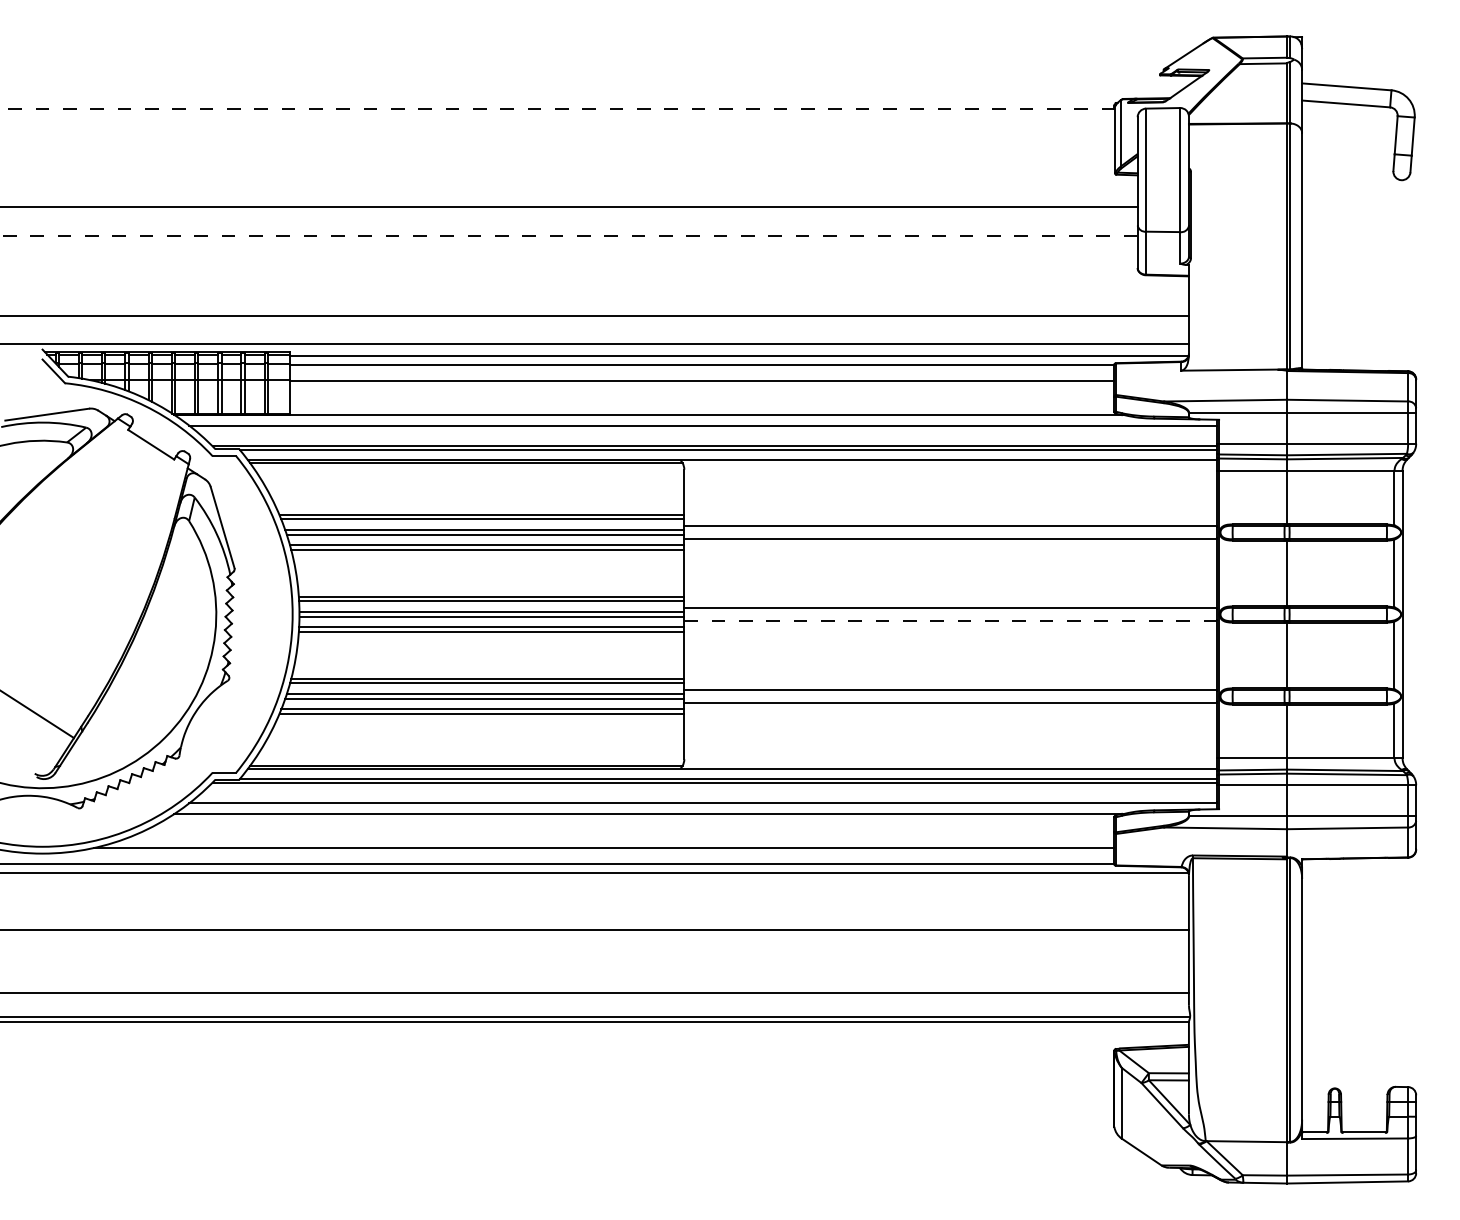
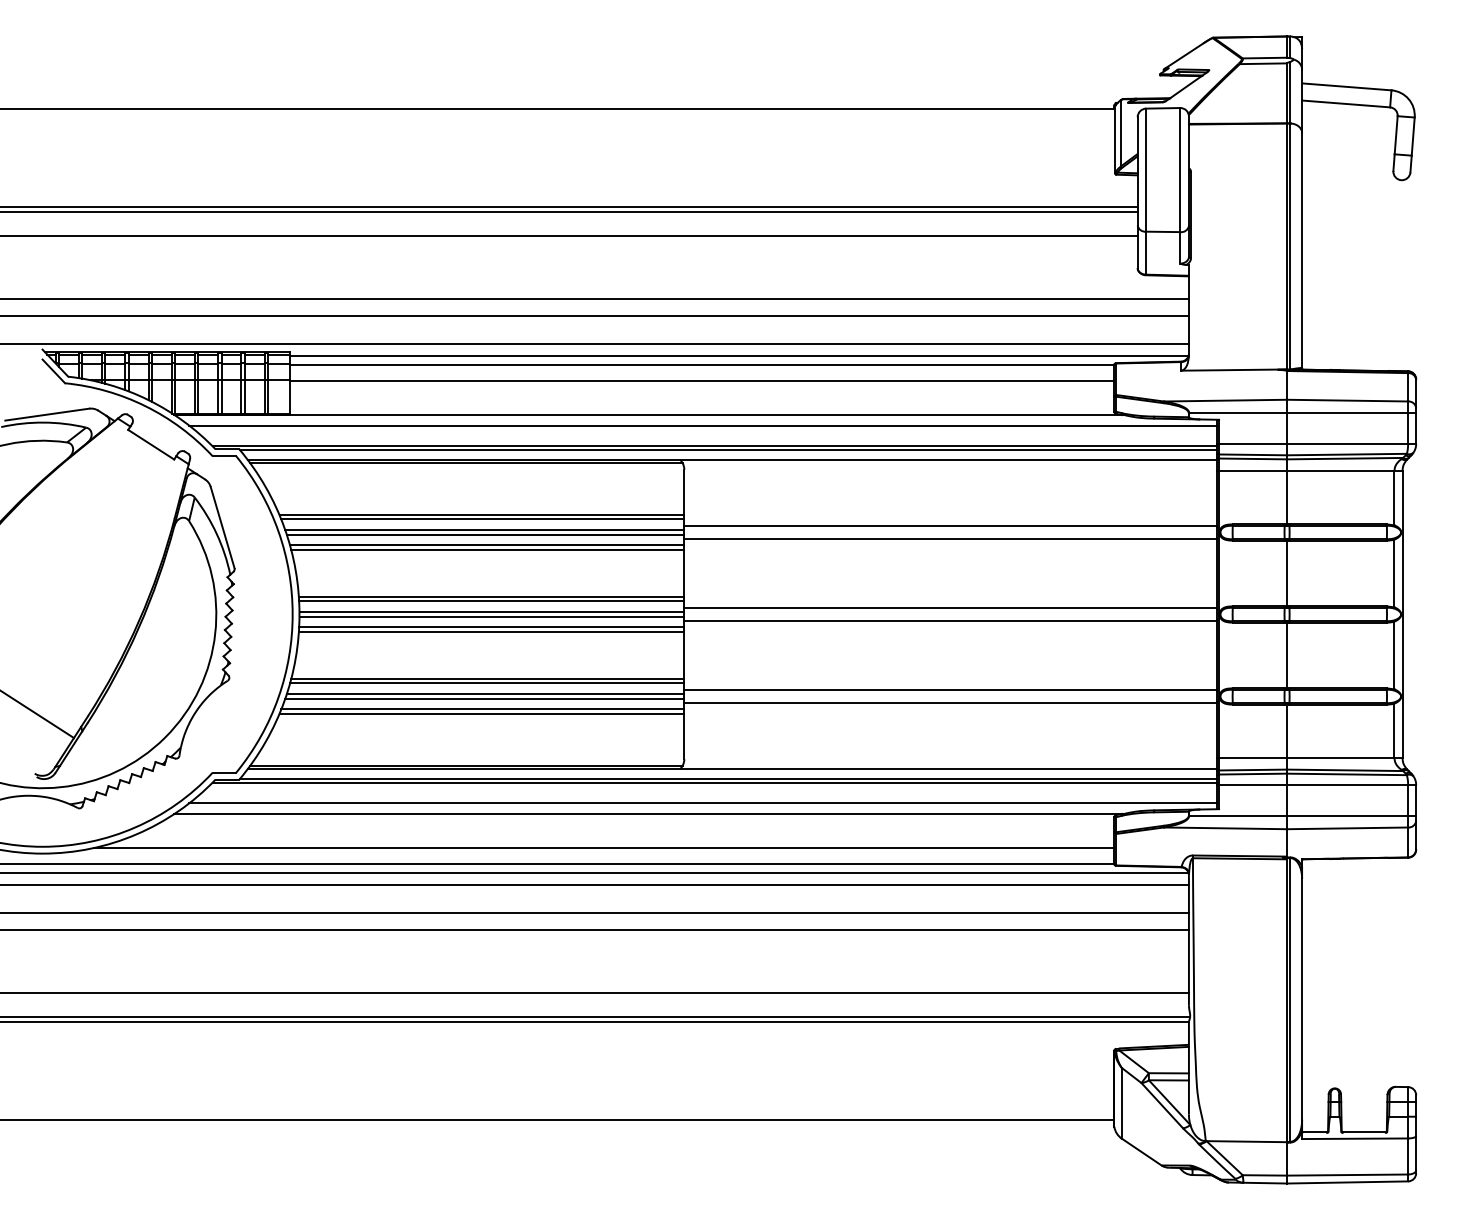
line at (557, 109): dashed -> solid
line at (569, 212): none -> present
line at (569, 236): dashed -> solid
line at (595, 299): none -> present
line at (951, 621): dashed -> solid
line at (595, 885): none -> present
line at (595, 913): none -> present
line at (558, 1119): none -> present
